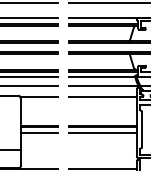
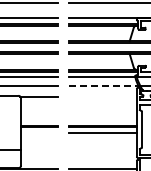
line at (103, 86): solid -> dashed
line at (102, 96): present -> none
line at (39, 133): present -> none
